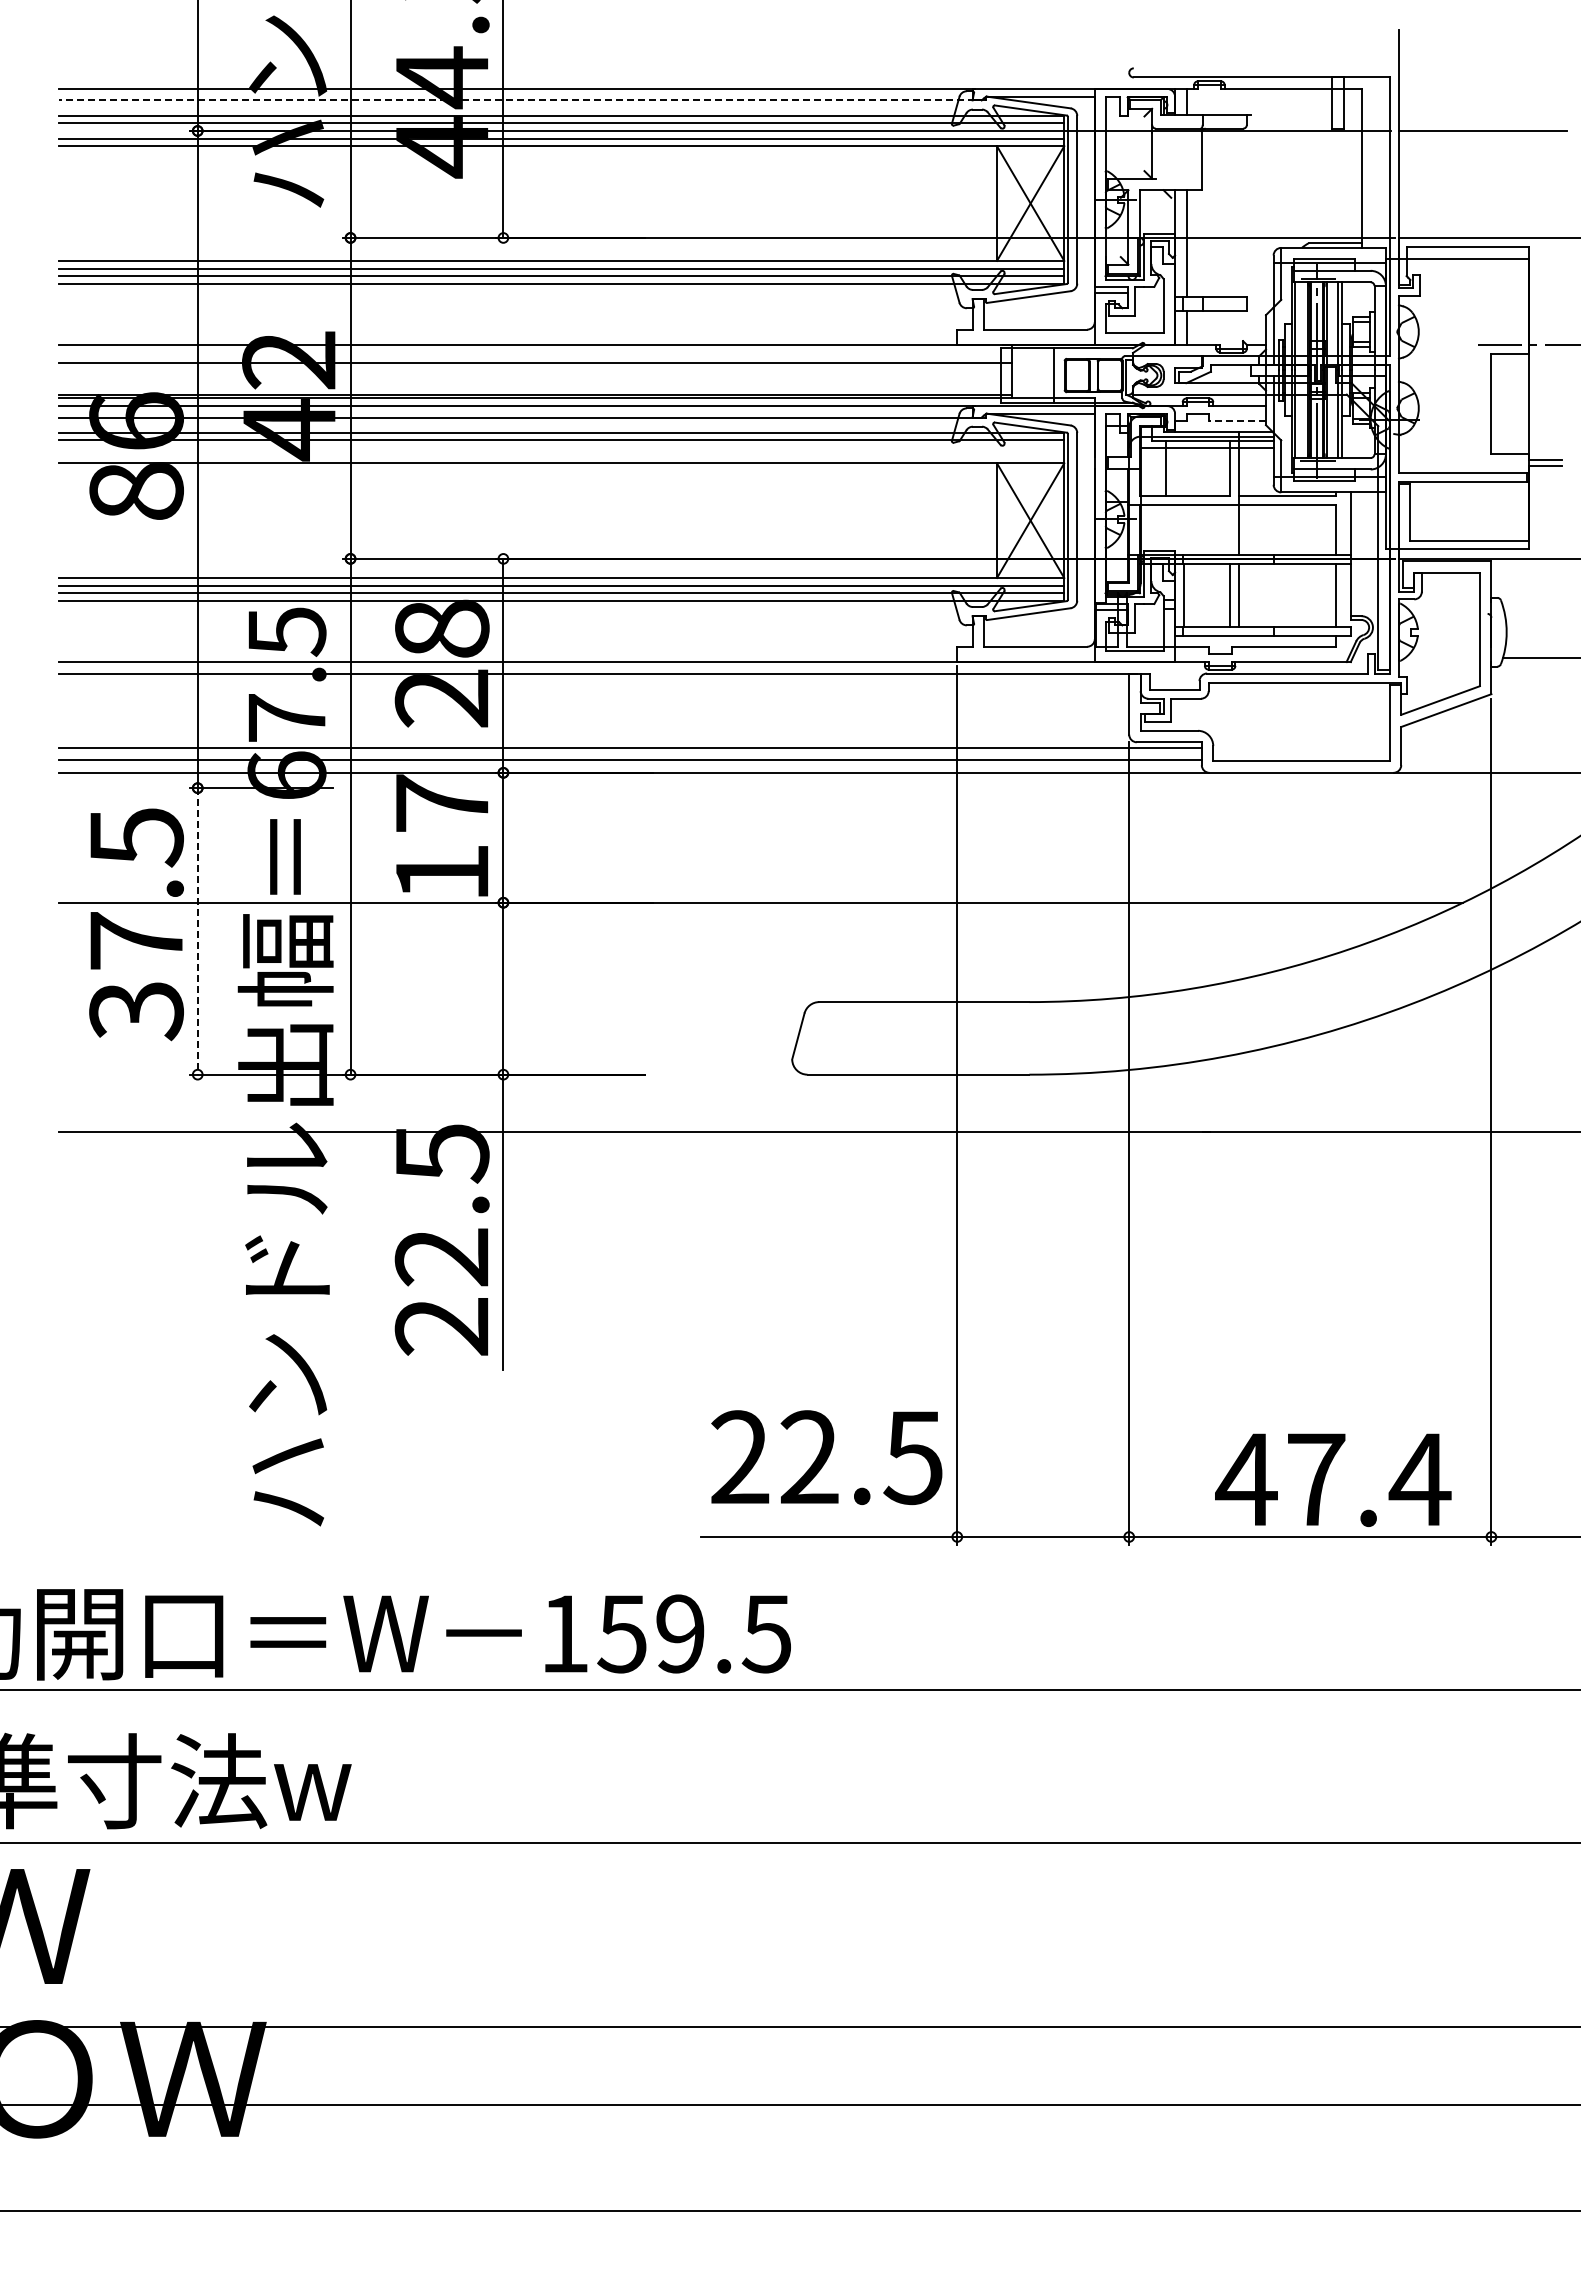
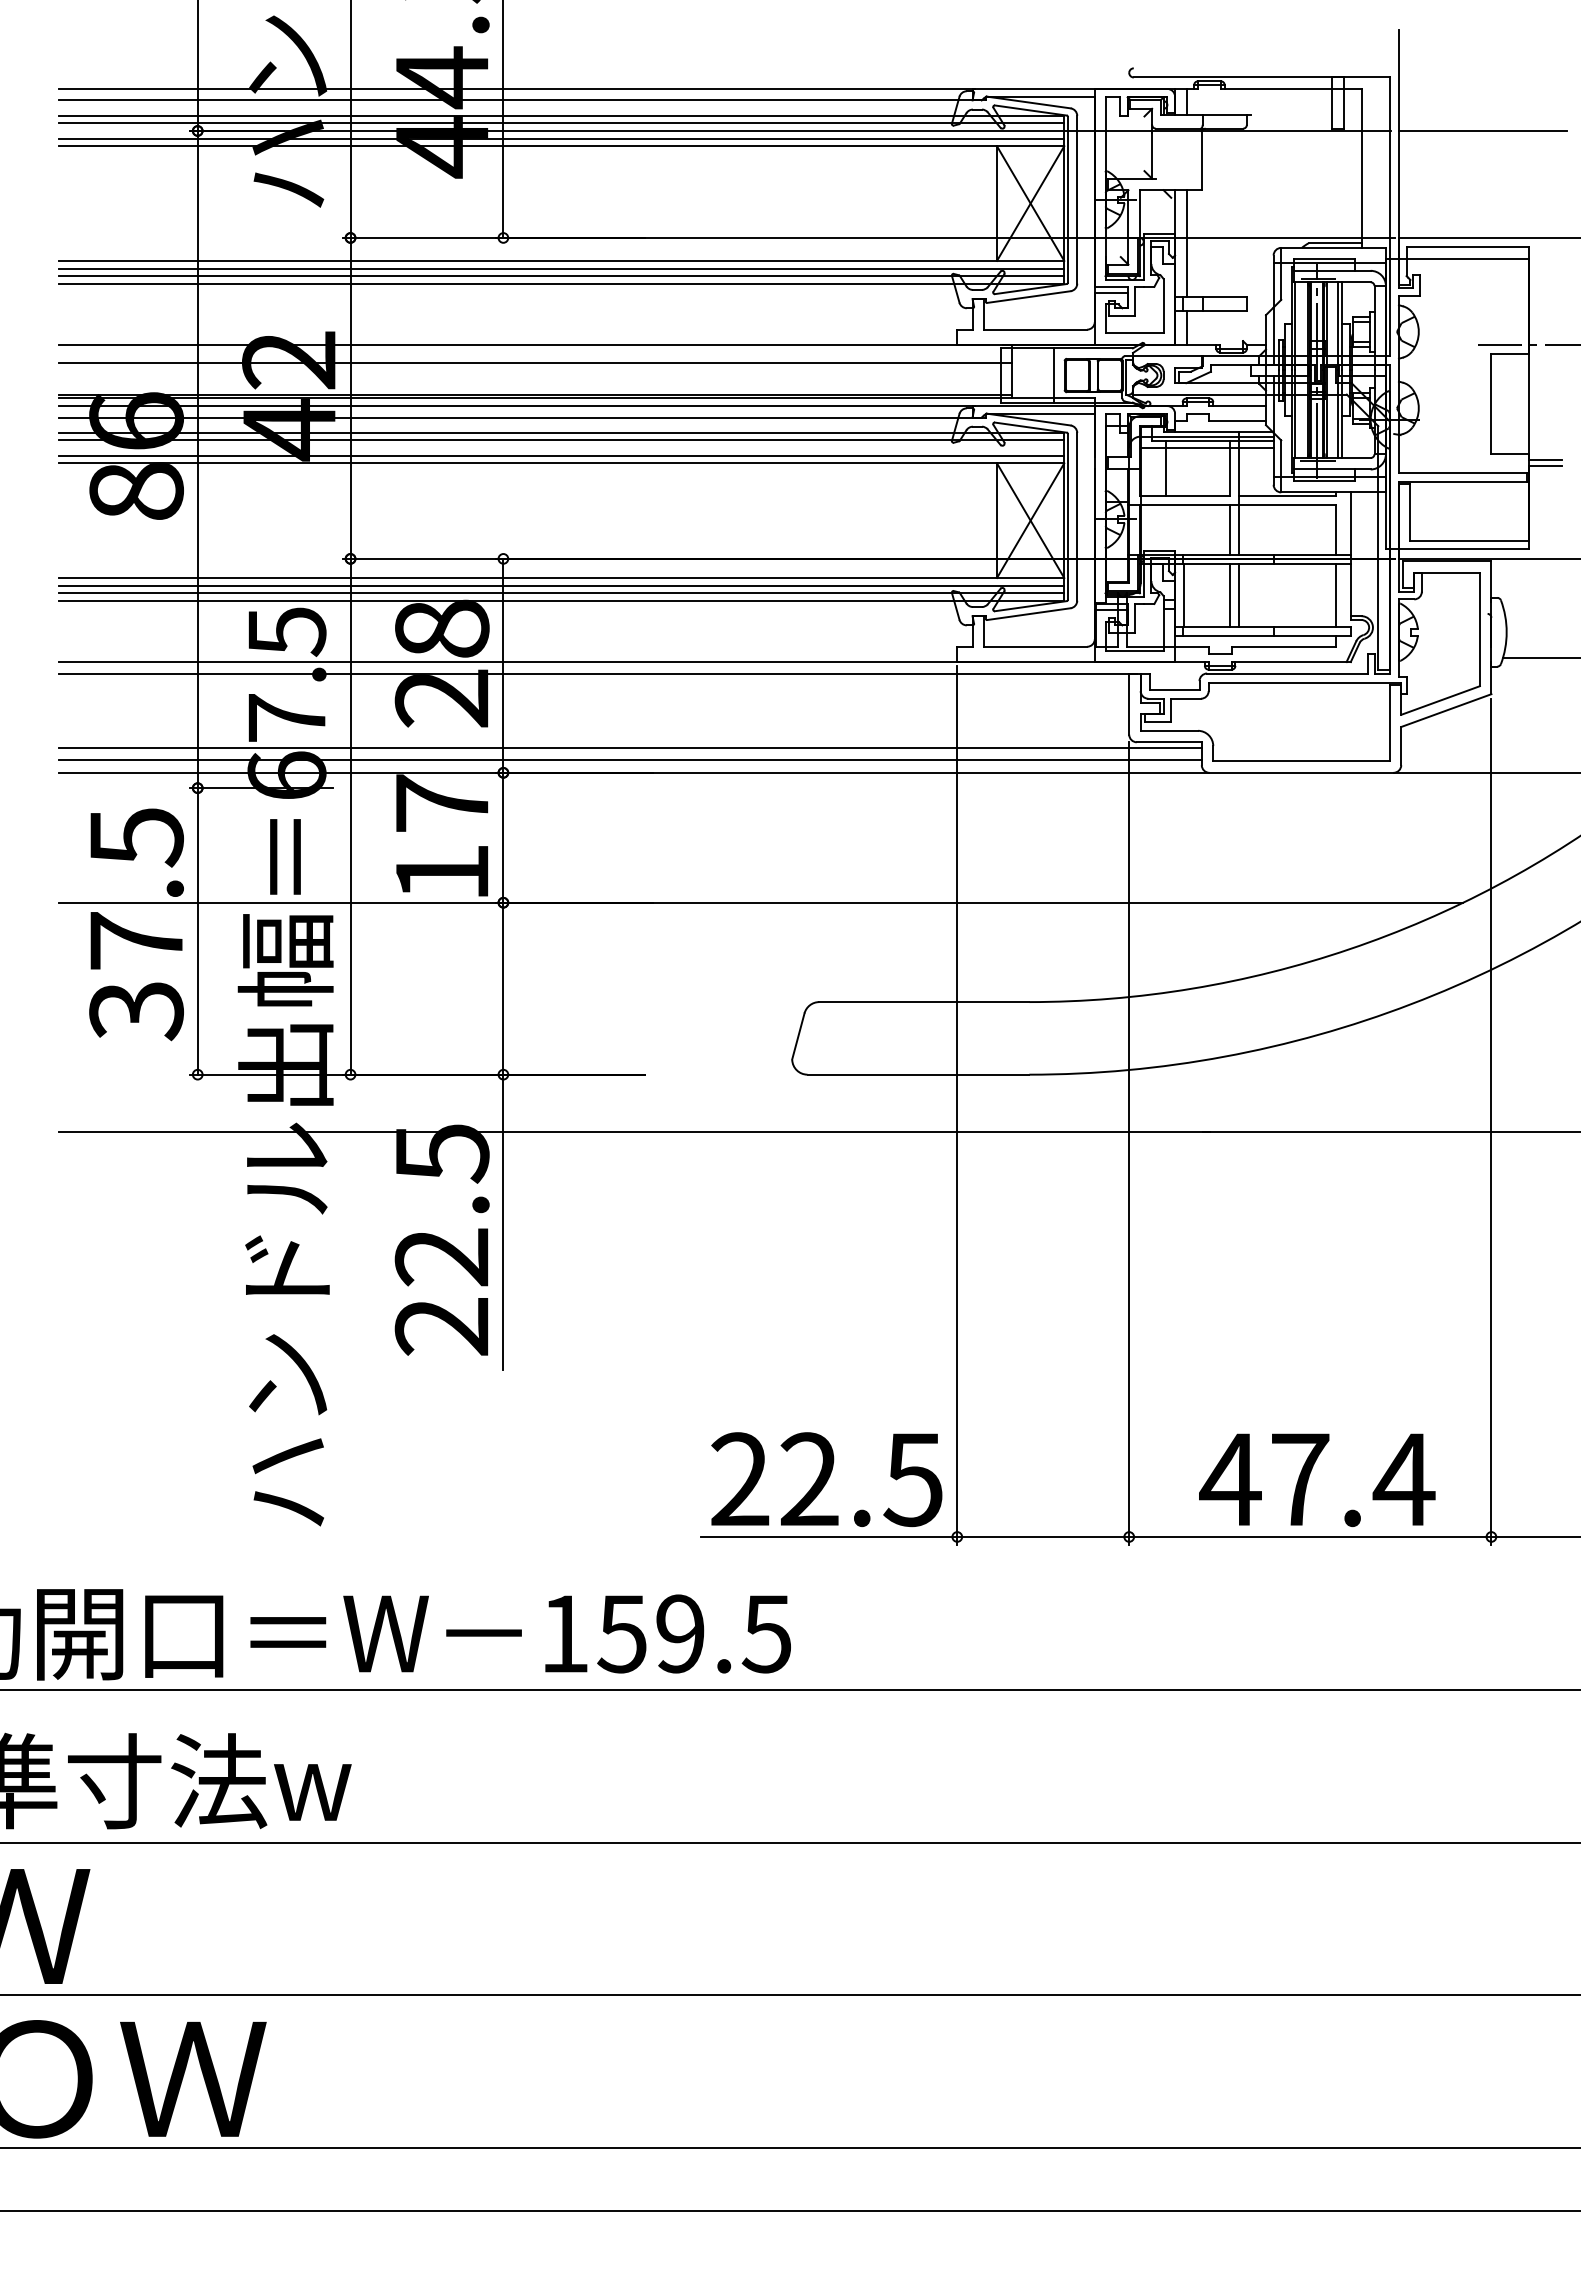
line at (516, 100): dashed -> solid
line at (1237, 421): dashed -> solid
line at (561, 455): none -> present
line at (1230, 530): none -> present
line at (197, 931): dashed -> solid
text at (826, 1457) position: (826, 1457) -> (826, 1479)
text at (1333, 1479) position: (1333, 1479) -> (1317, 1479)
line at (789, 2027) position: (789, 2027) -> (789, 1995)
line at (789, 2105) position: (789, 2105) -> (789, 2148)
